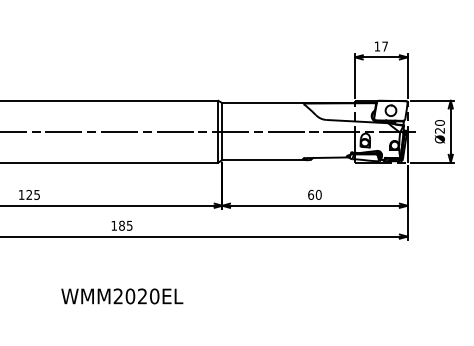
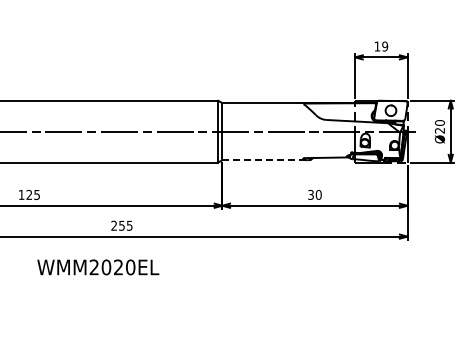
text at (385, 46): 17 -> 19
line at (264, 160): solid -> dashed
text at (311, 194): 60 -> 30
text at (117, 225): 185 -> 255
text at (122, 296) position: (122, 296) -> (98, 267)
